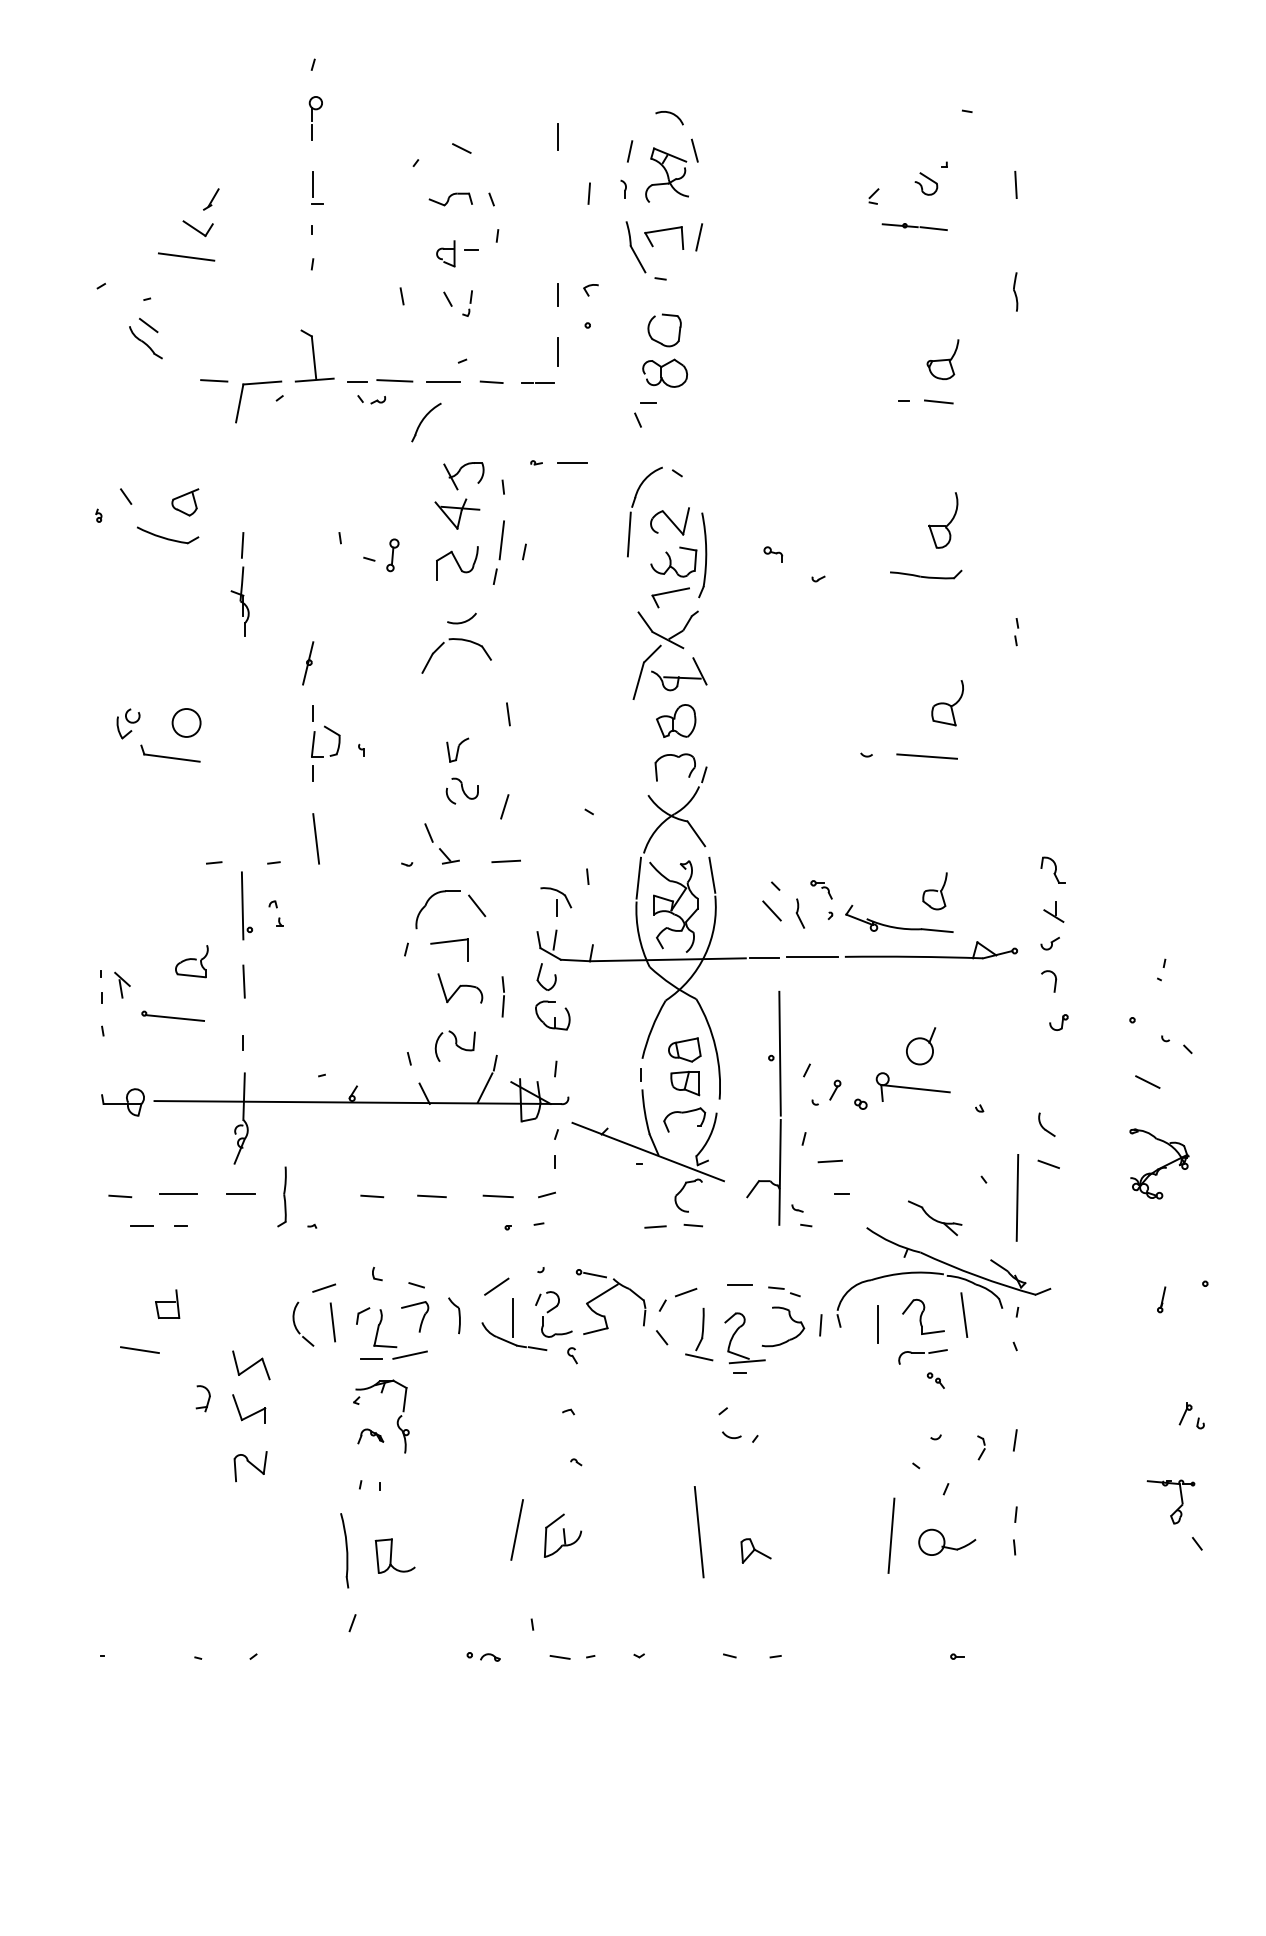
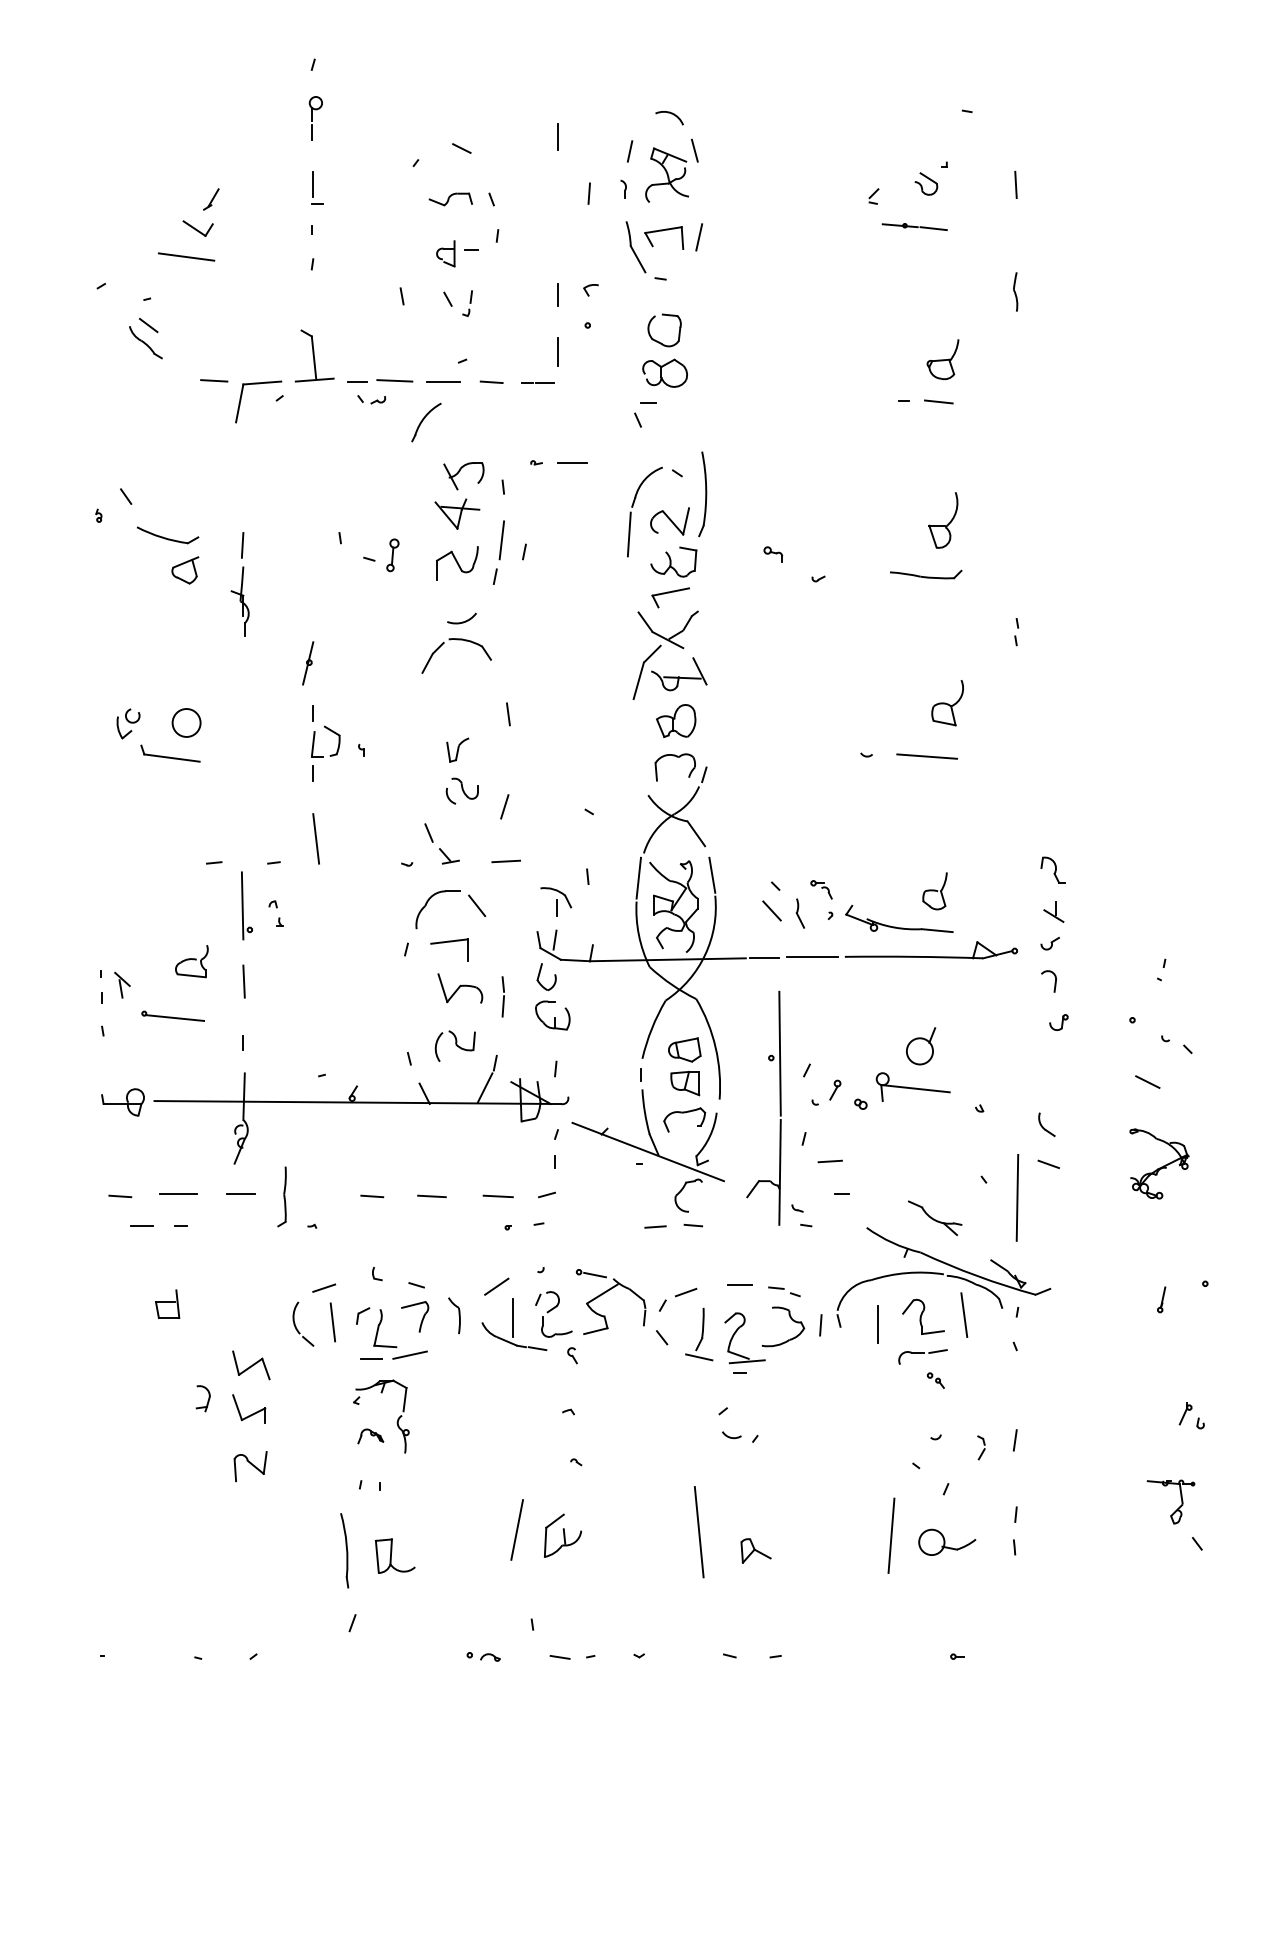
part at (185, 502) position: (185, 502) -> (185, 570)
part at (702, 555) position: (702, 555) -> (702, 494)
line at (139, 1350): present -> none
